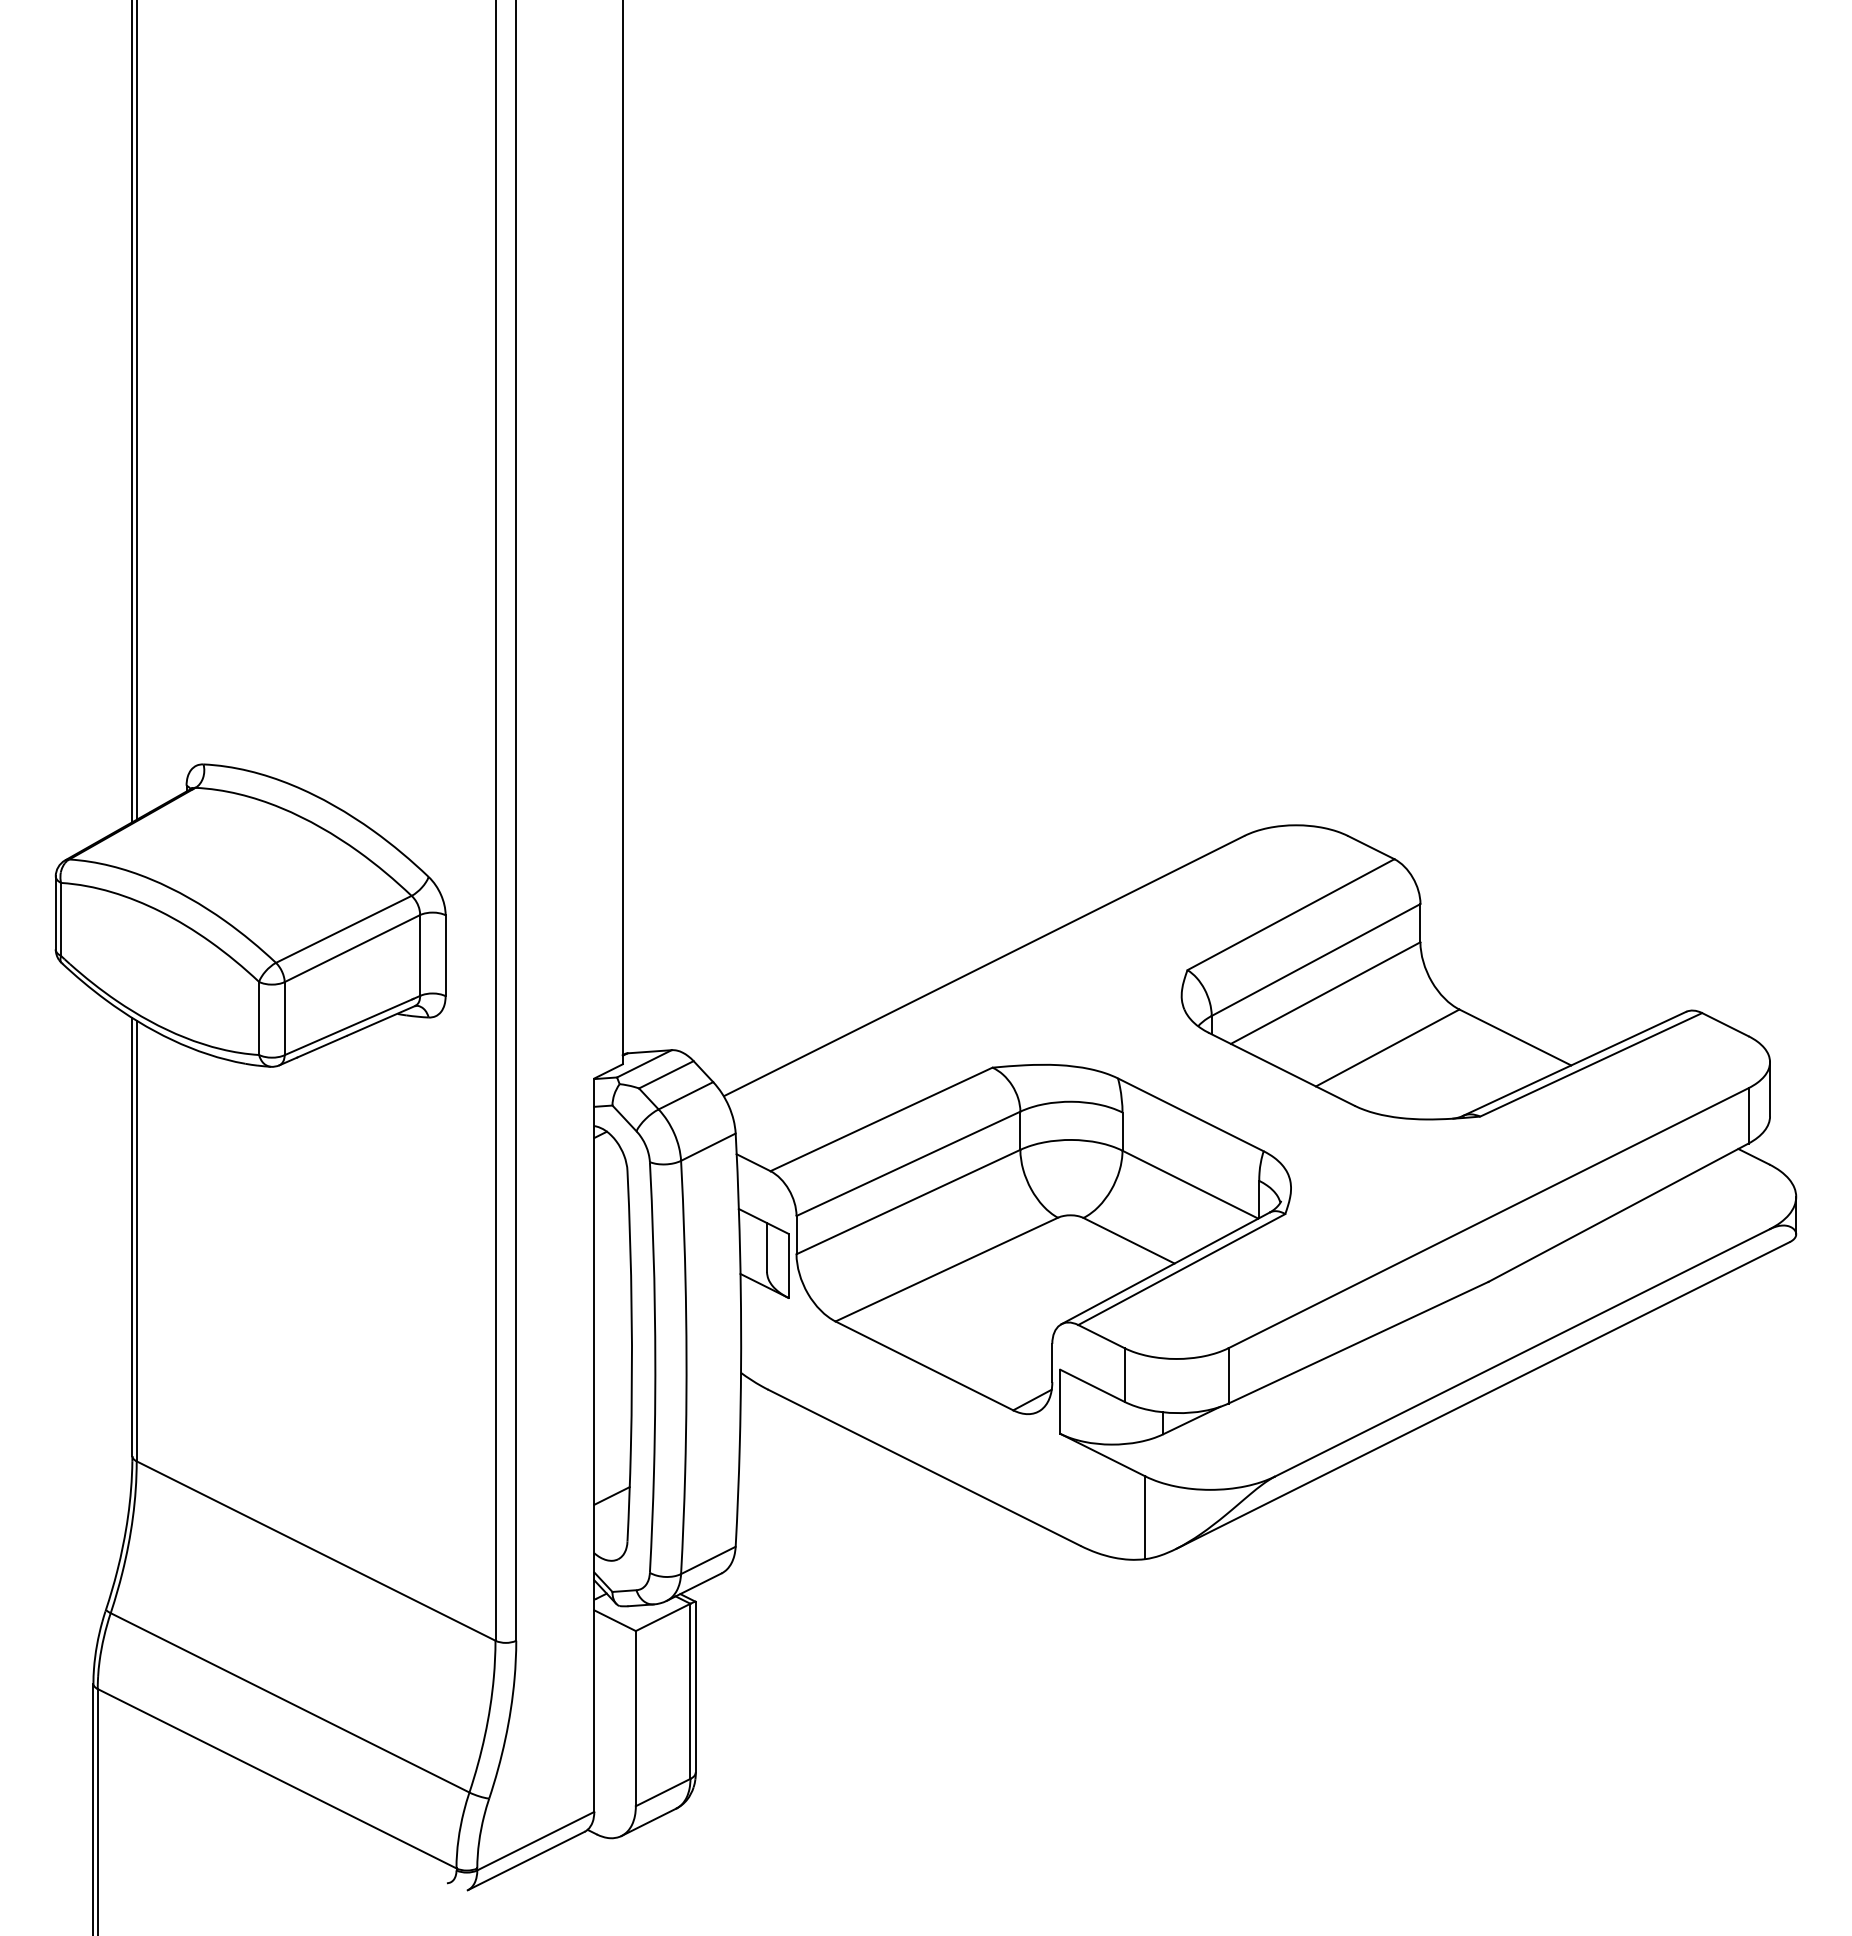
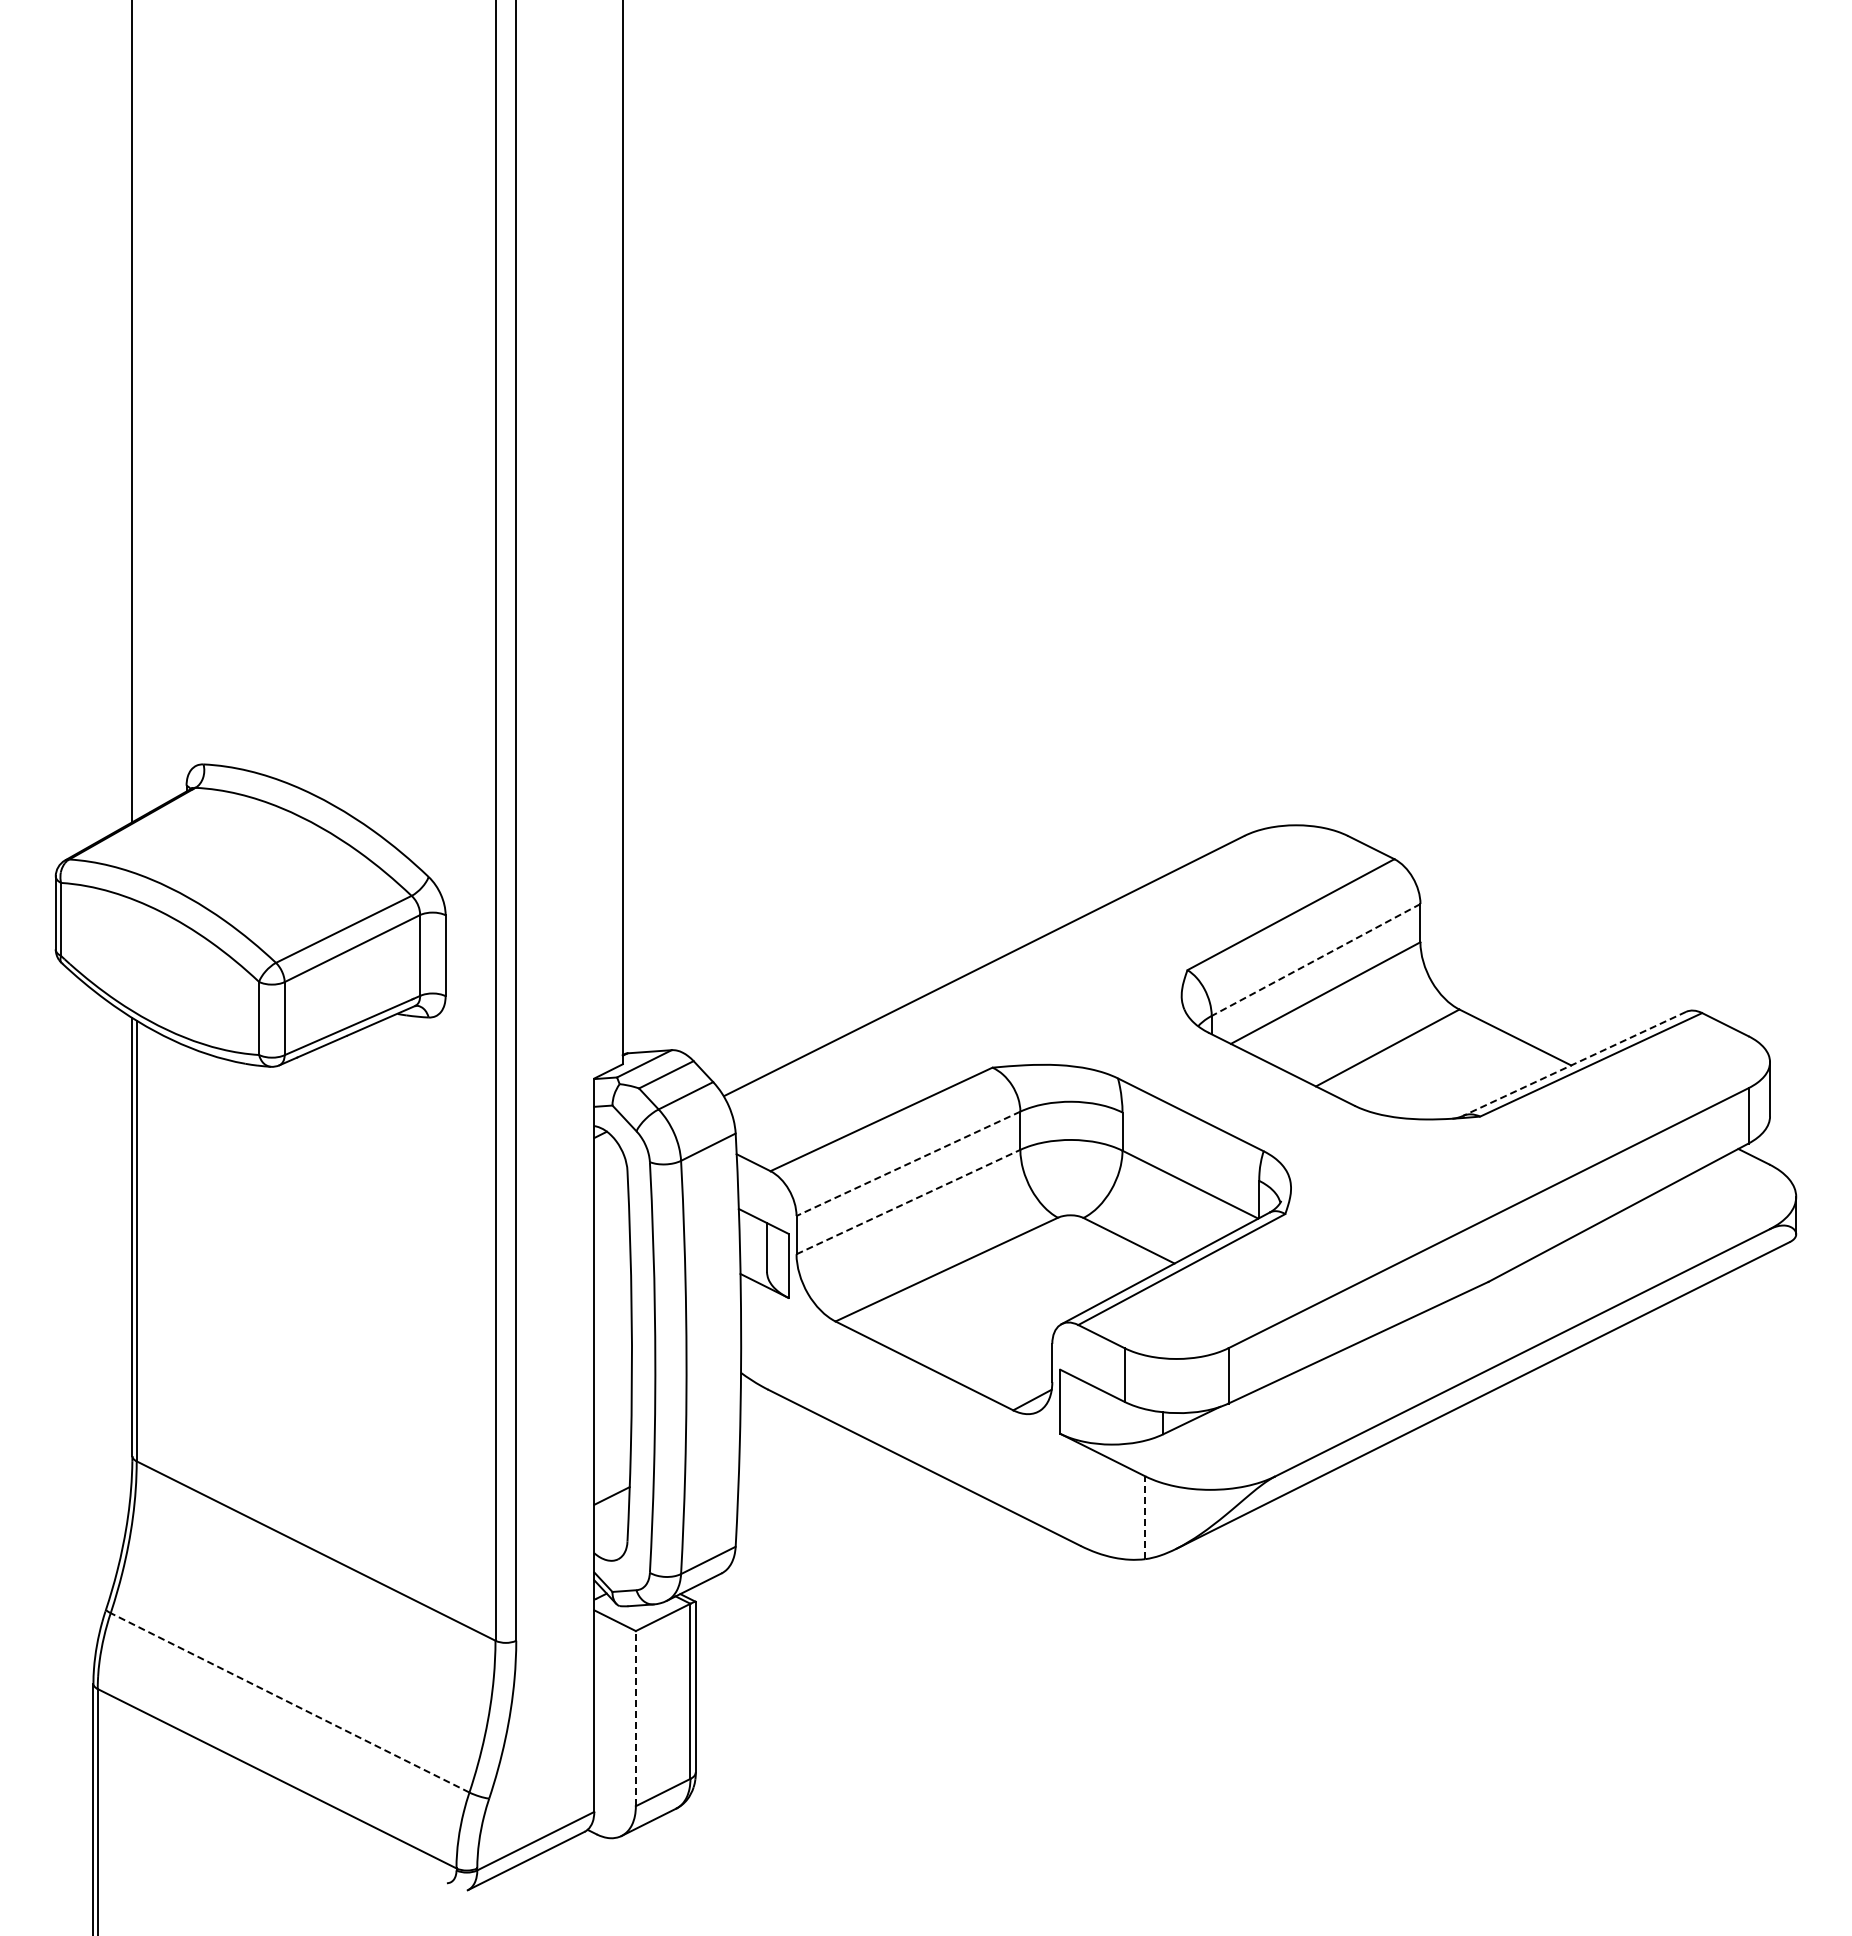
line at (136, 410): present -> none
line at (1315, 960): solid -> dashed
line at (1574, 1064): solid -> dashed
line at (908, 1164): solid -> dashed
line at (908, 1201): solid -> dashed
line at (1145, 1517): solid -> dashed
line at (290, 1702): solid -> dashed
line at (635, 1718): solid -> dashed
